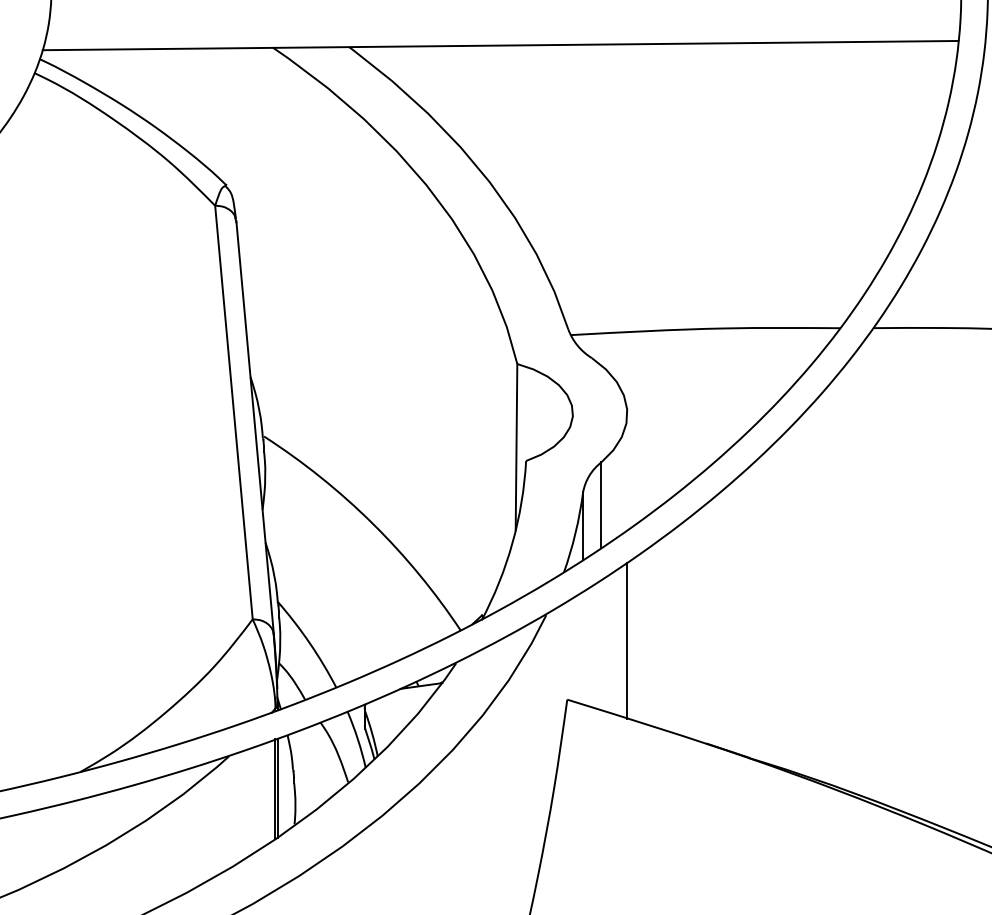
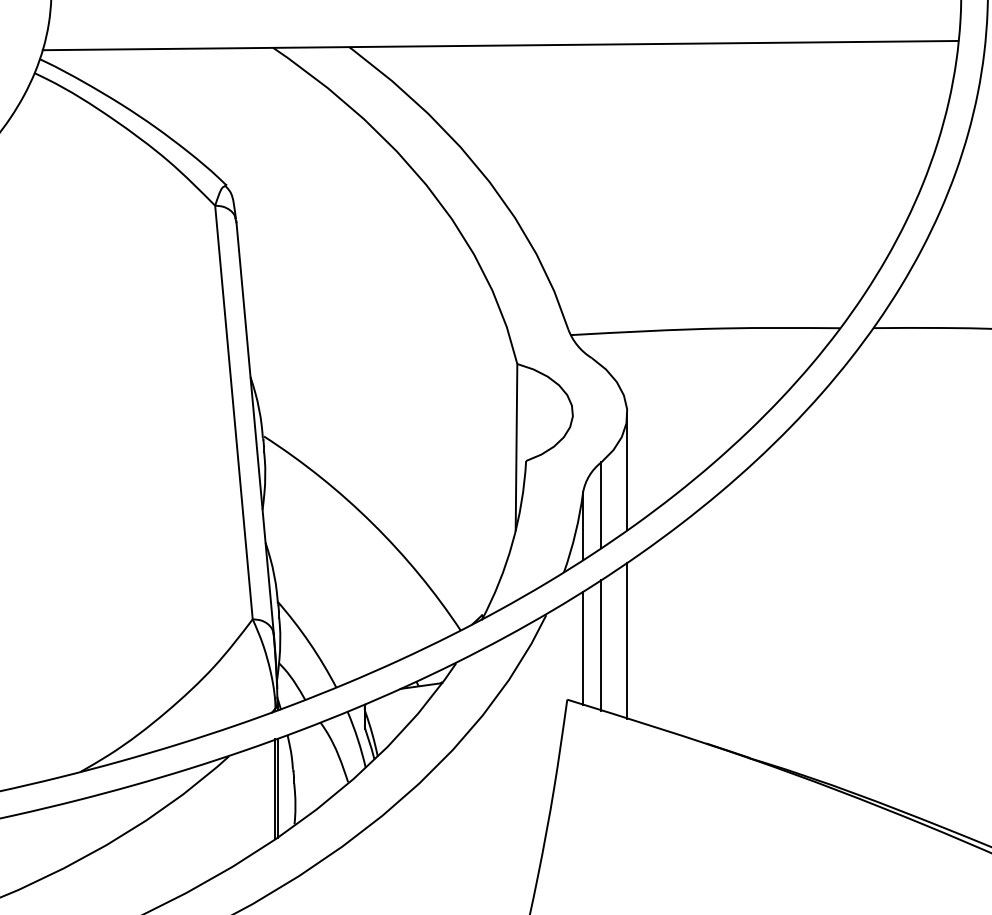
line at (627, 471): none -> present
line at (601, 645): none -> present
line at (583, 647): none -> present
